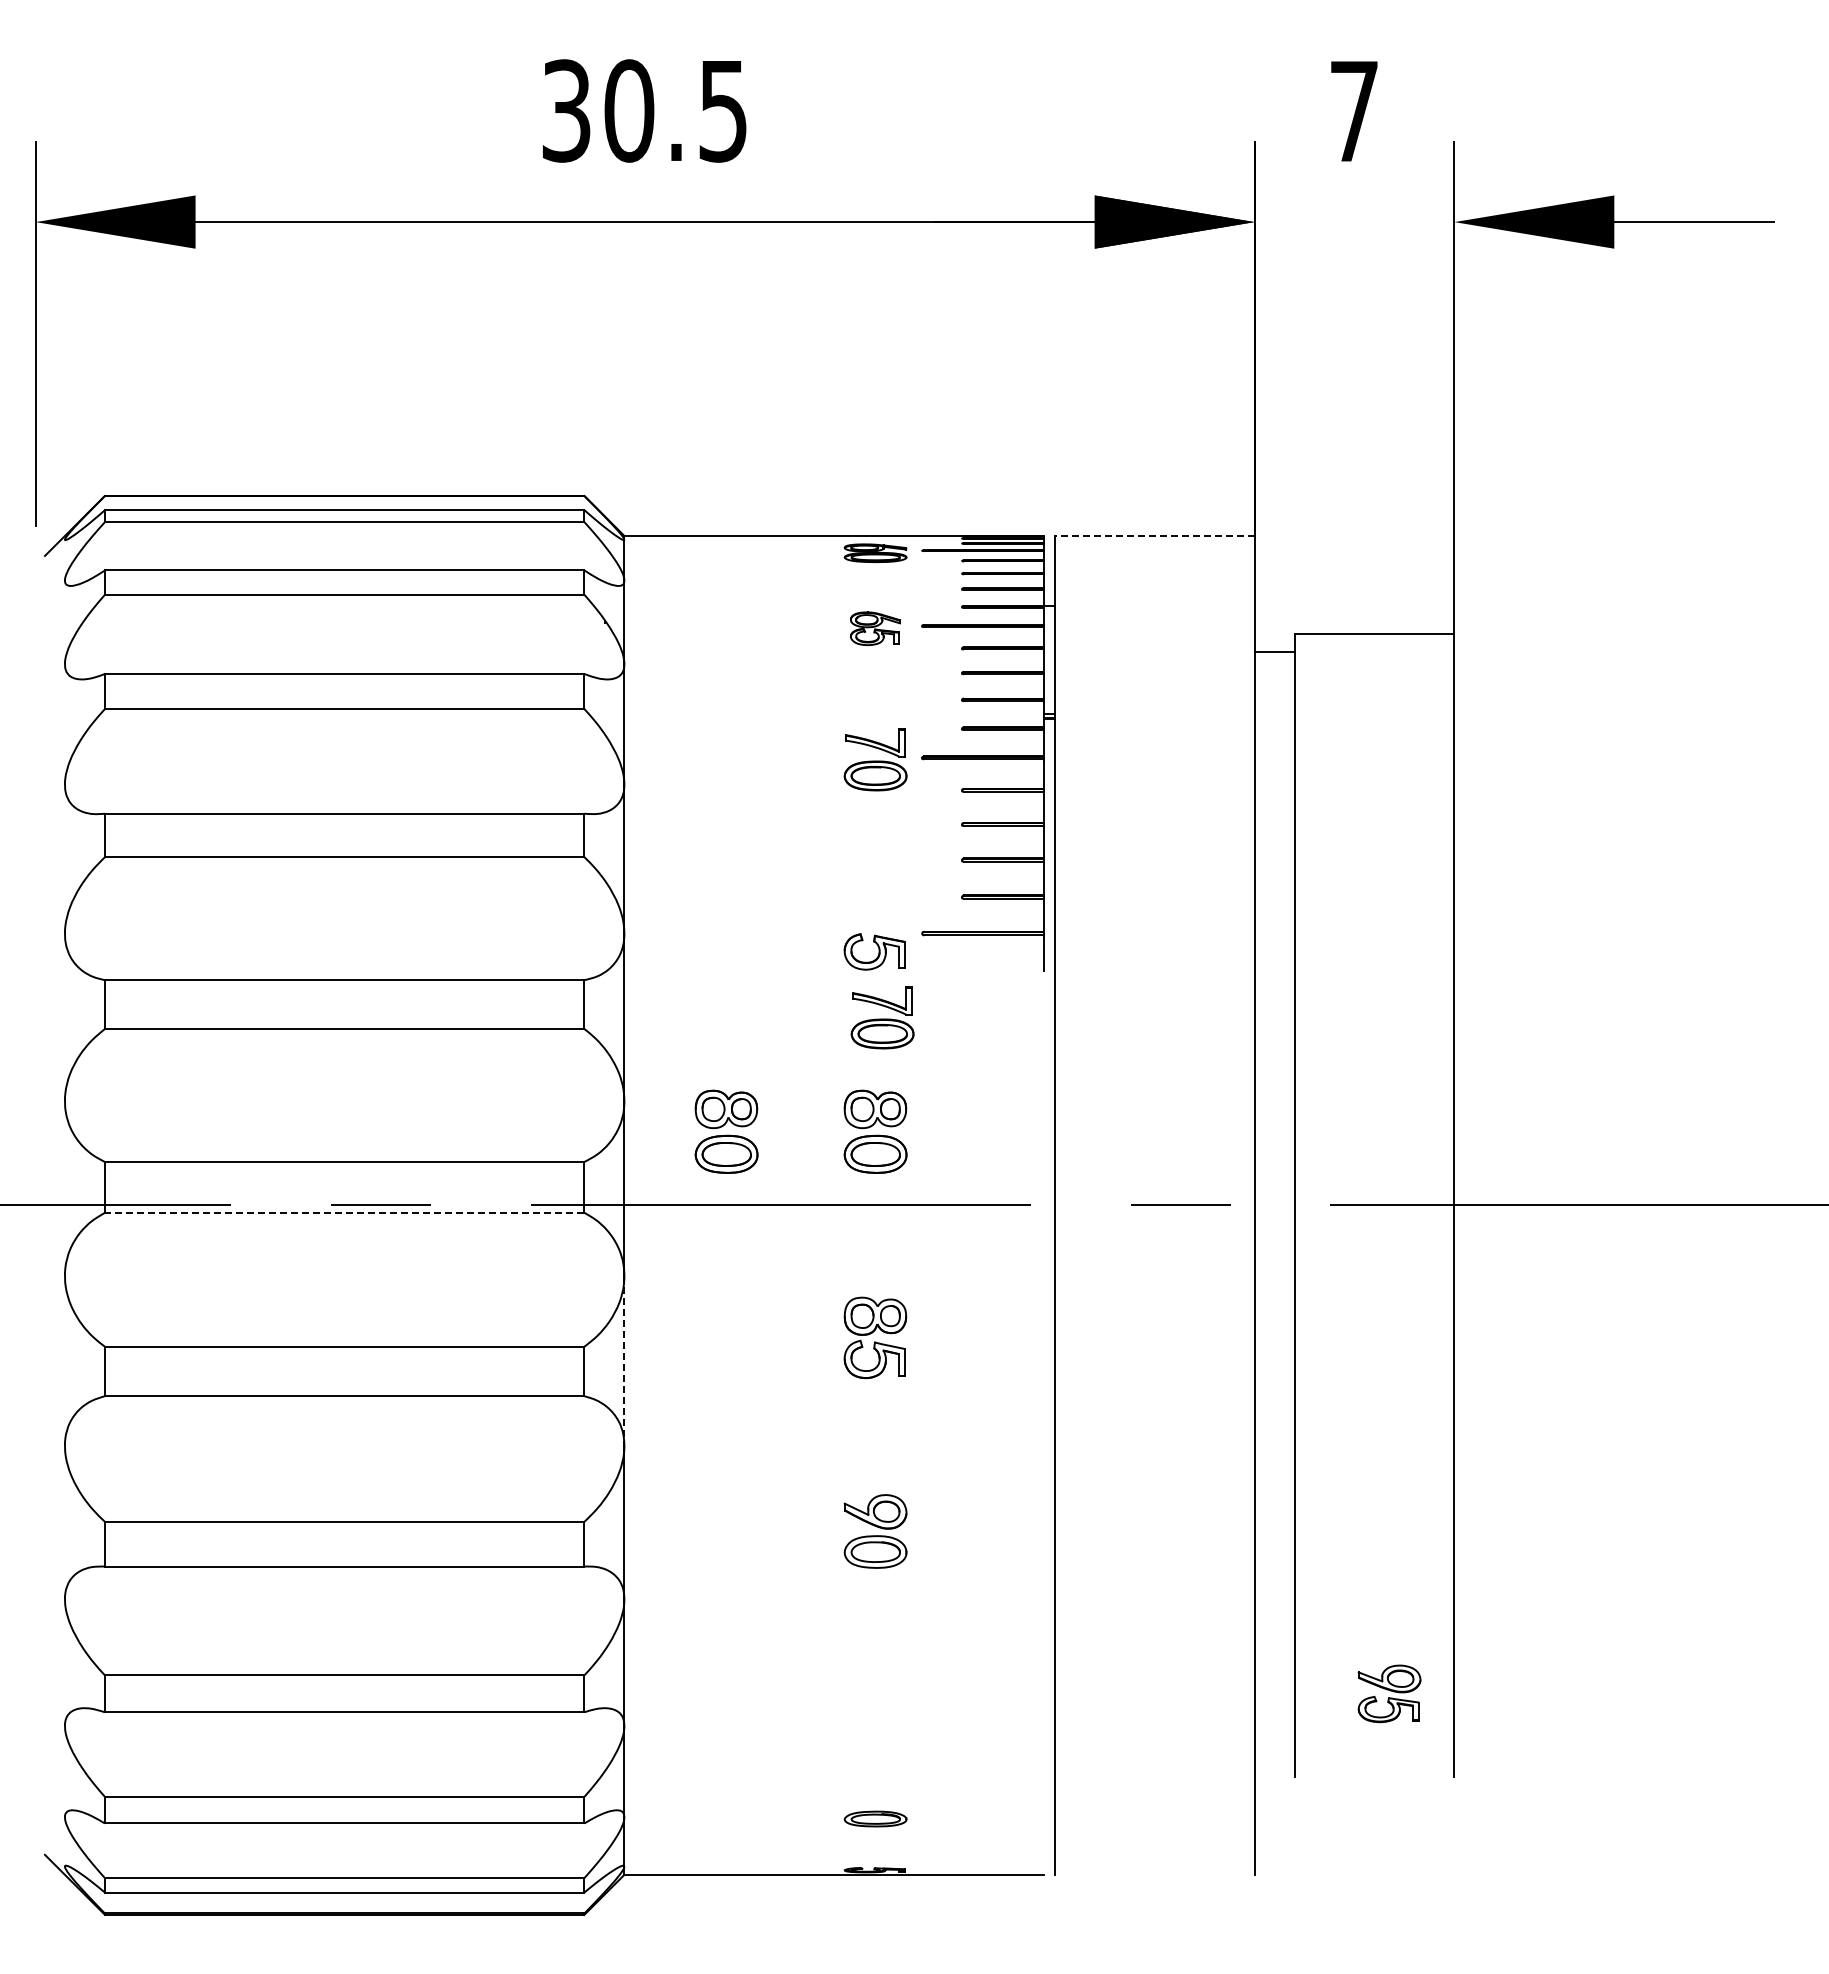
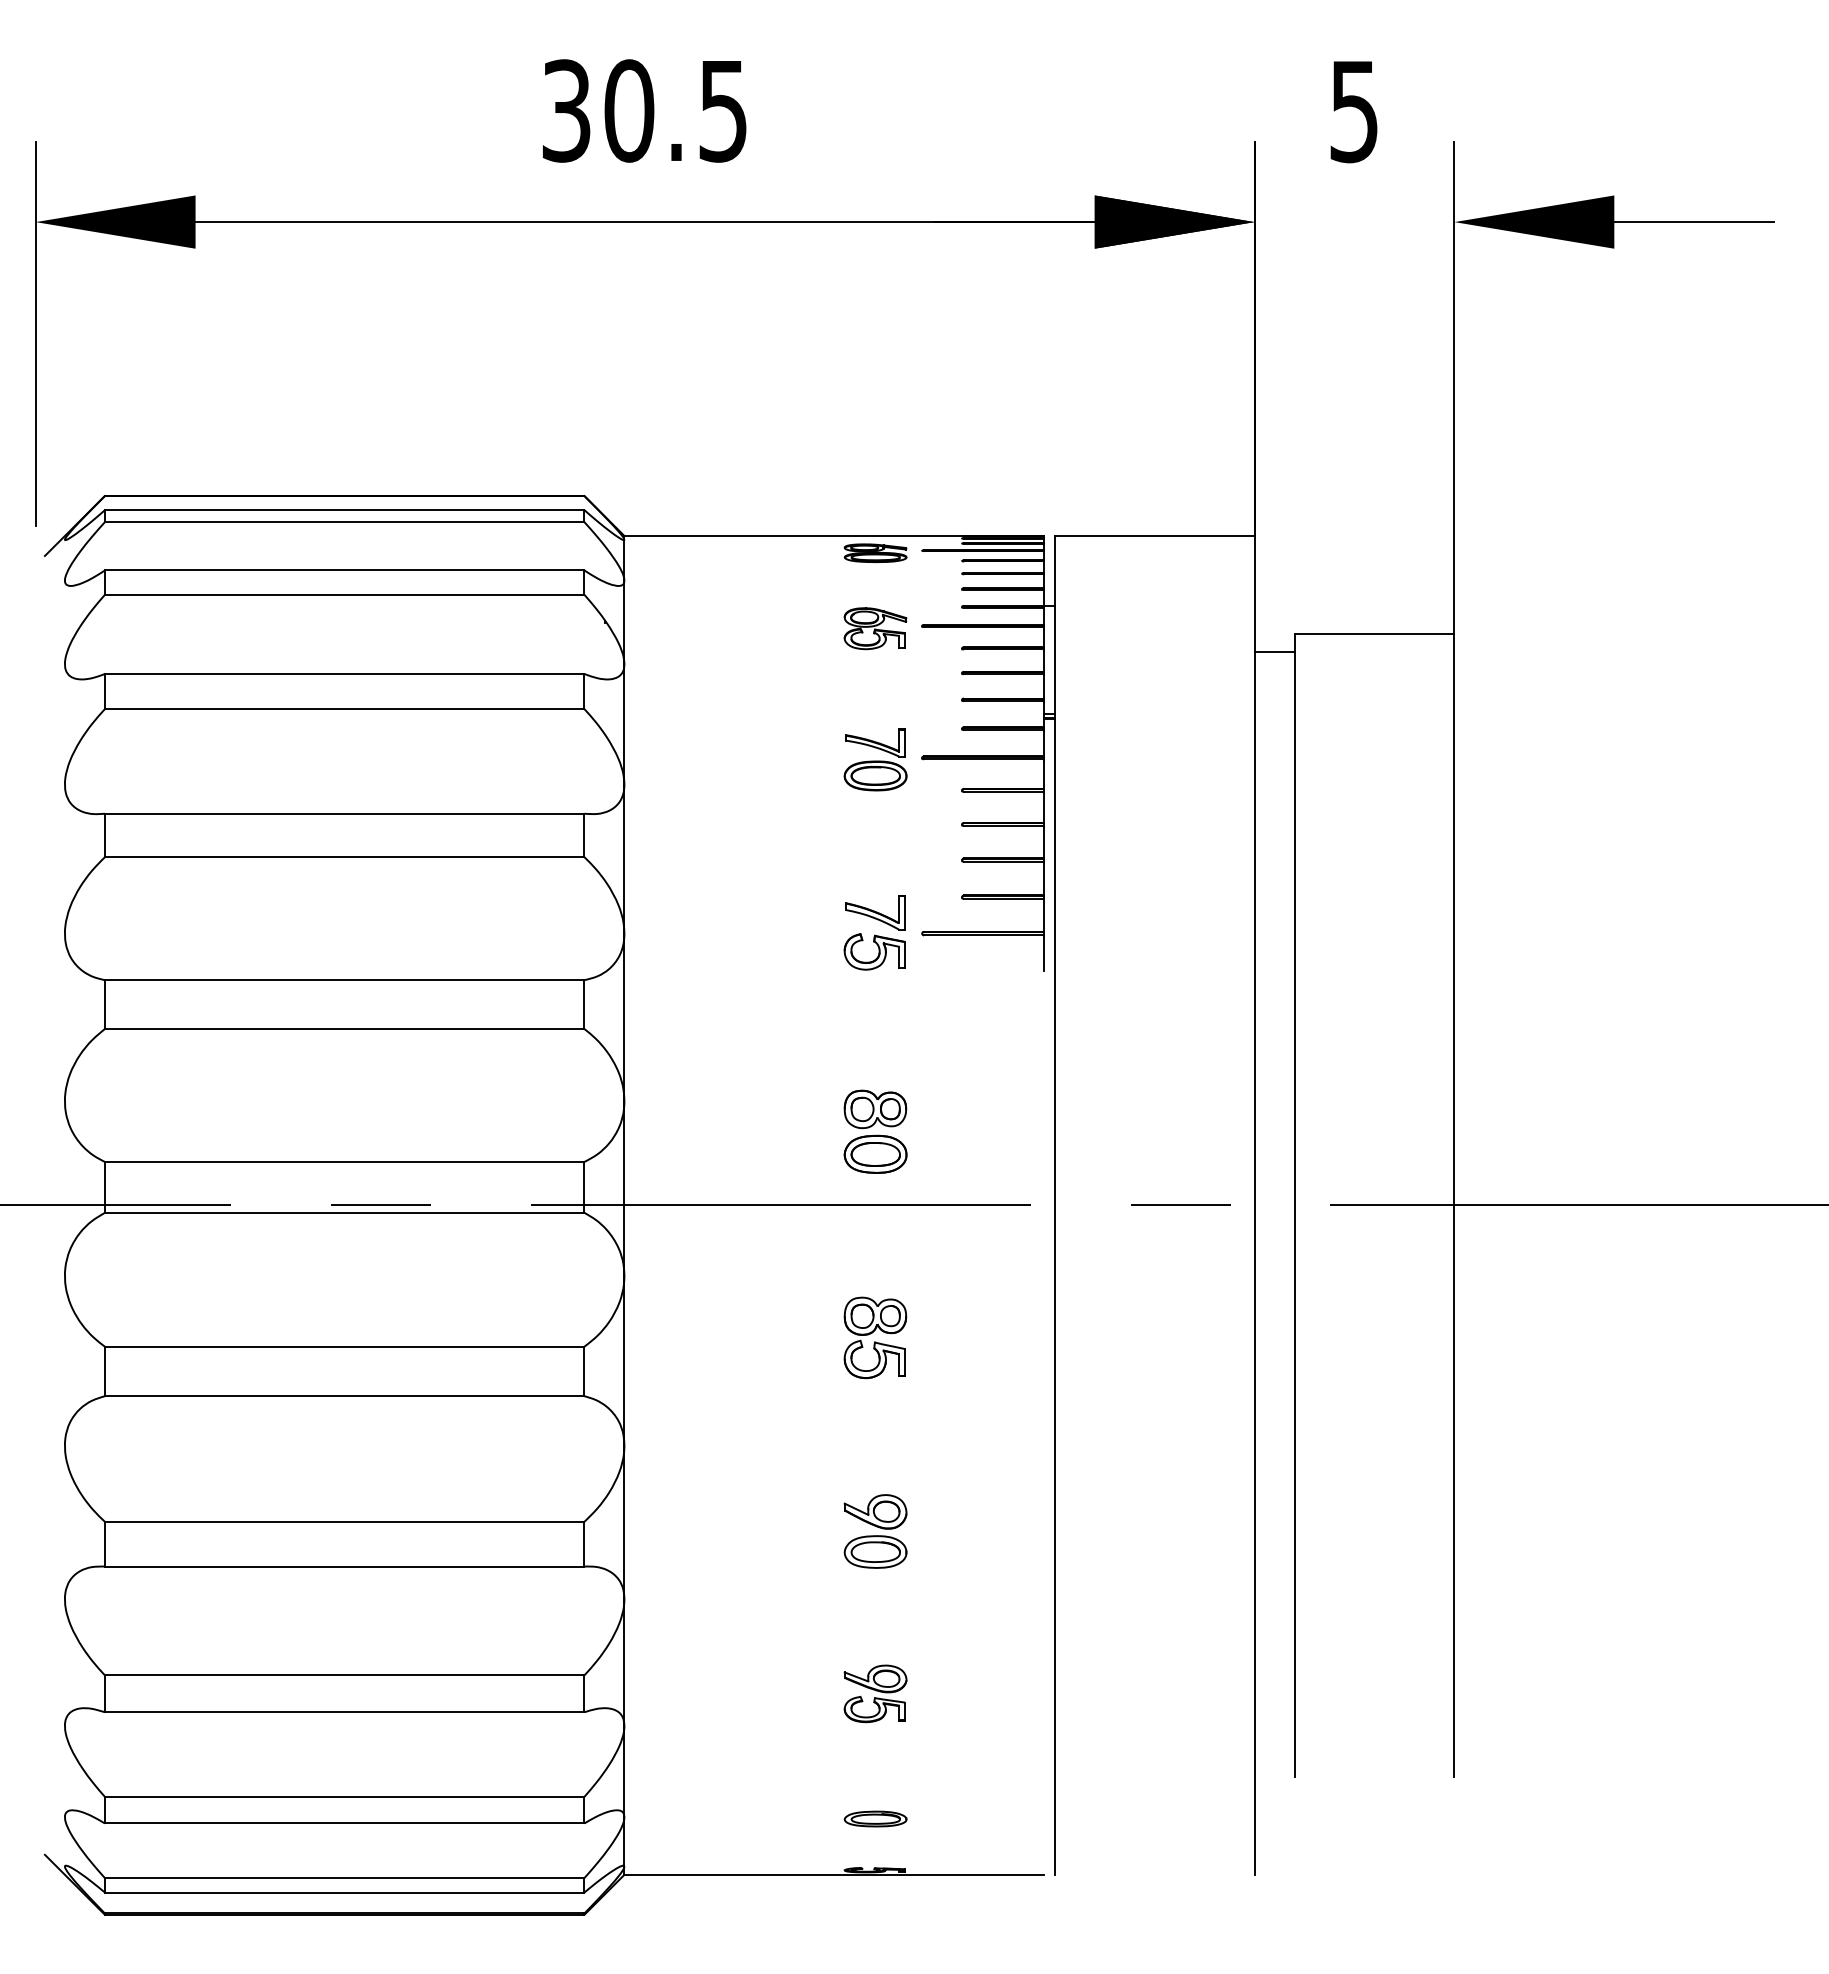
text at (1353, 112): 7 -> 5
line at (1154, 536): dashed -> solid
part at (875, 628) size: 51x36 px -> 65x44 px
part at (875, 912): none -> present
part at (882, 1017): present -> none
part at (726, 1131): present -> none
line at (344, 1212): dashed -> solid
line at (624, 1360): dashed -> solid
part at (1389, 1693) position: (1389, 1693) -> (875, 1693)
